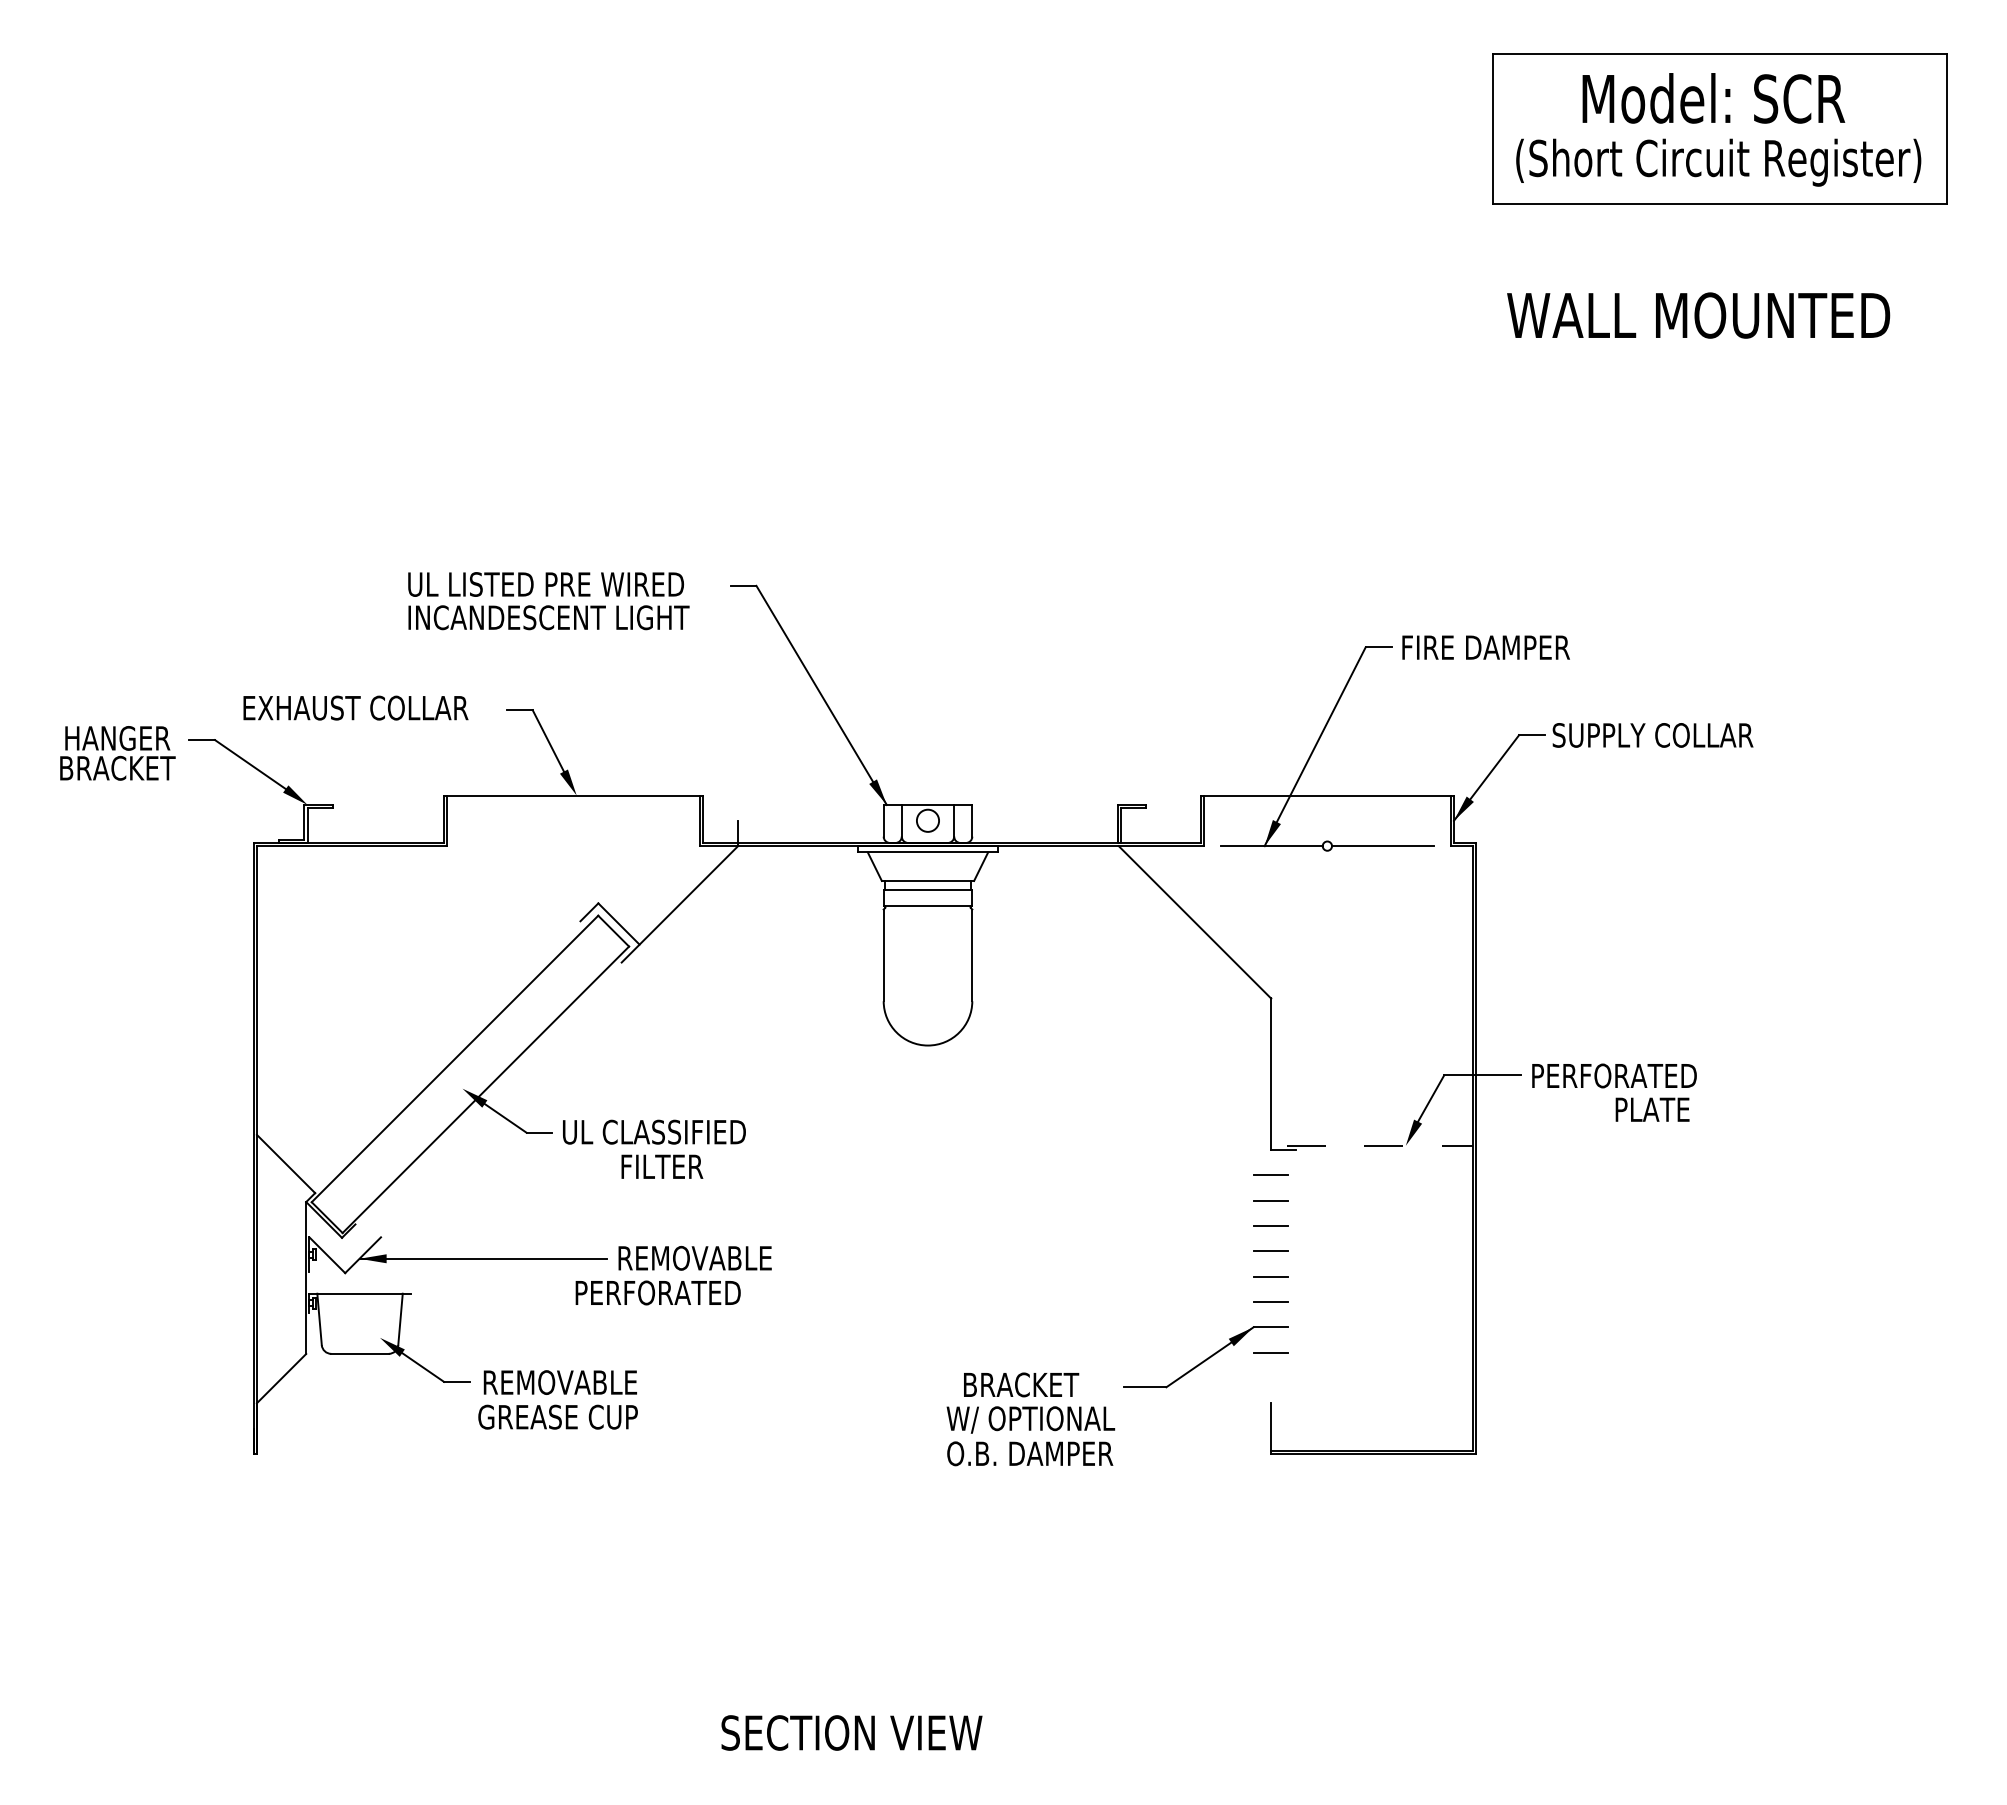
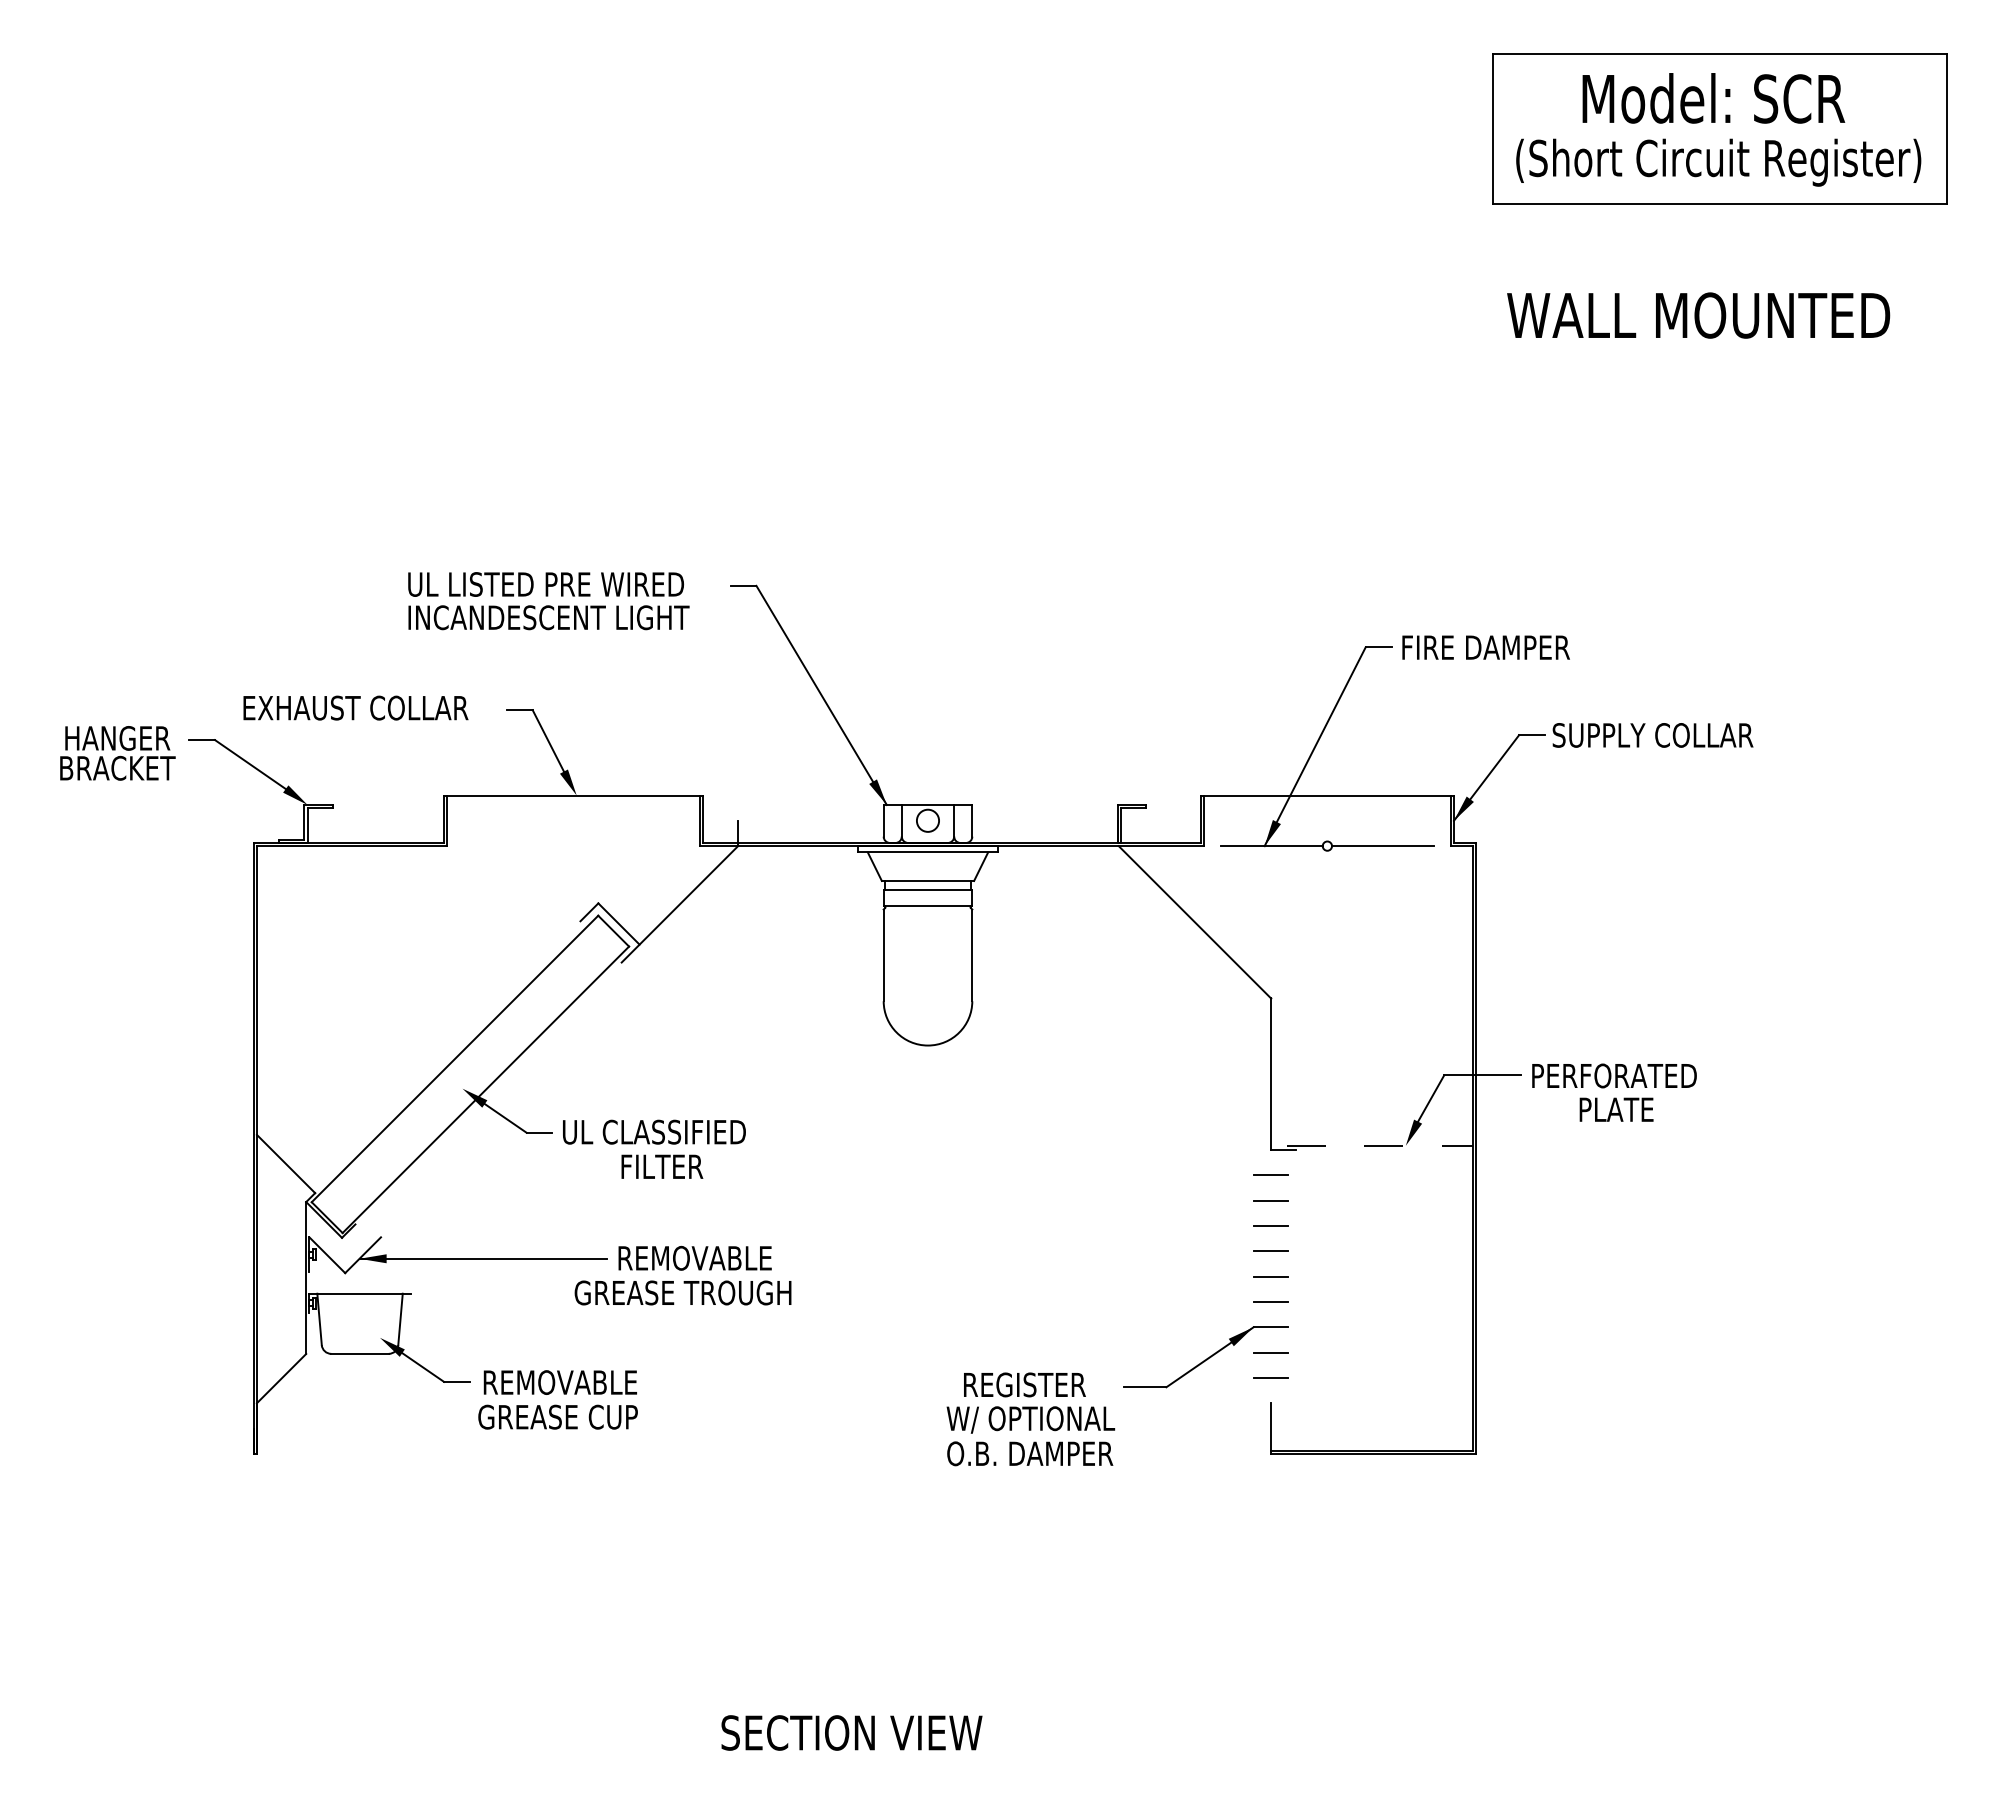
text at (1652, 1109) position: (1652, 1109) -> (1616, 1109)
text at (682, 1292): PERFORATED -> GREASE TROUGH
line at (1270, 1377): none -> present
text at (1025, 1384): BRACKET -> REGISTER
